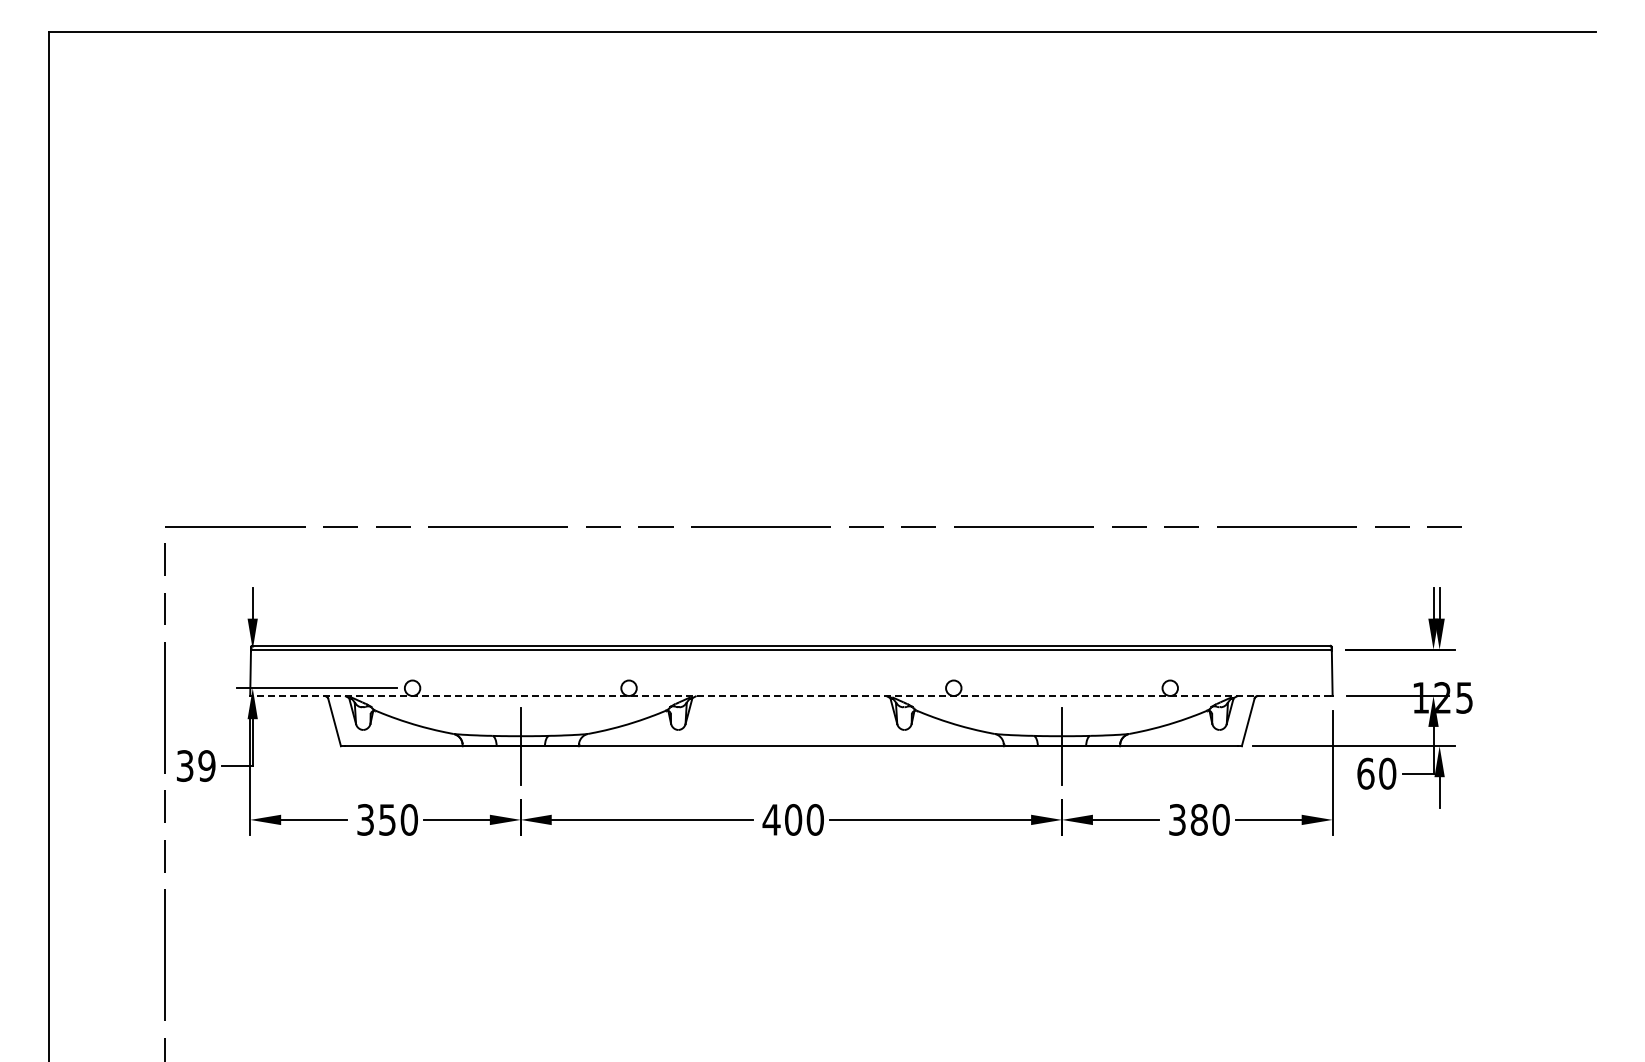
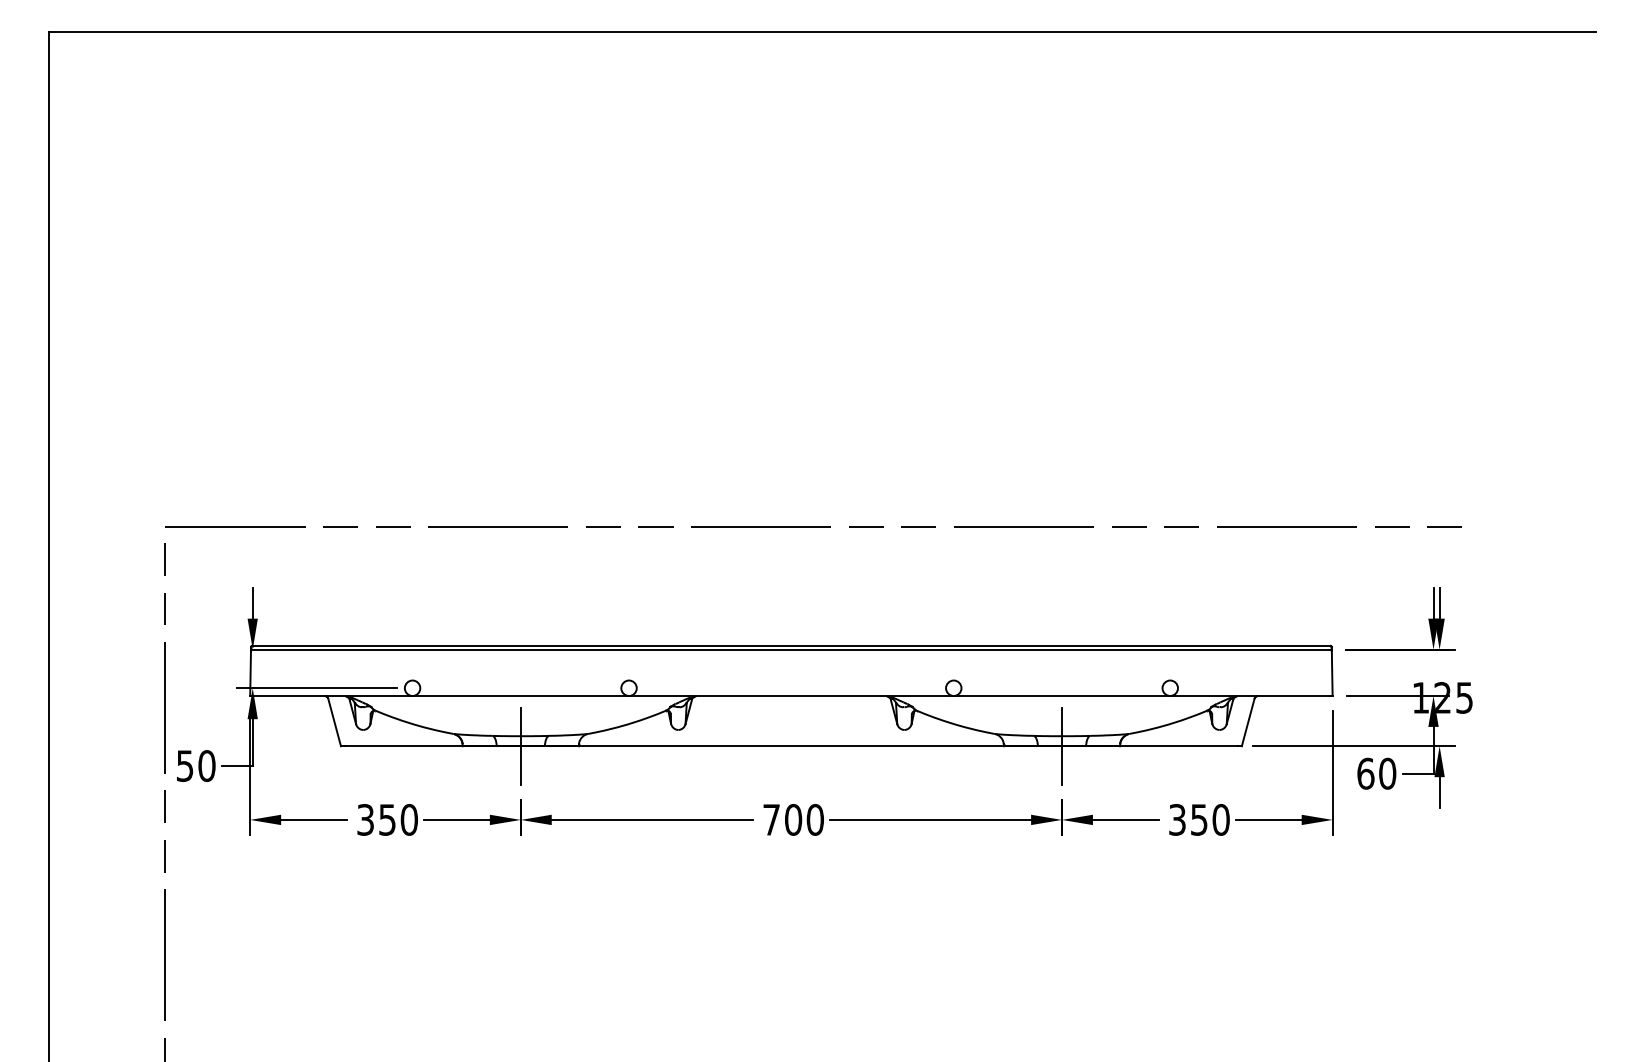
line at (791, 695): dashed -> solid
text at (196, 765): 39 -> 50
text at (771, 819): 400 -> 700
text at (1198, 819): 380 -> 350
